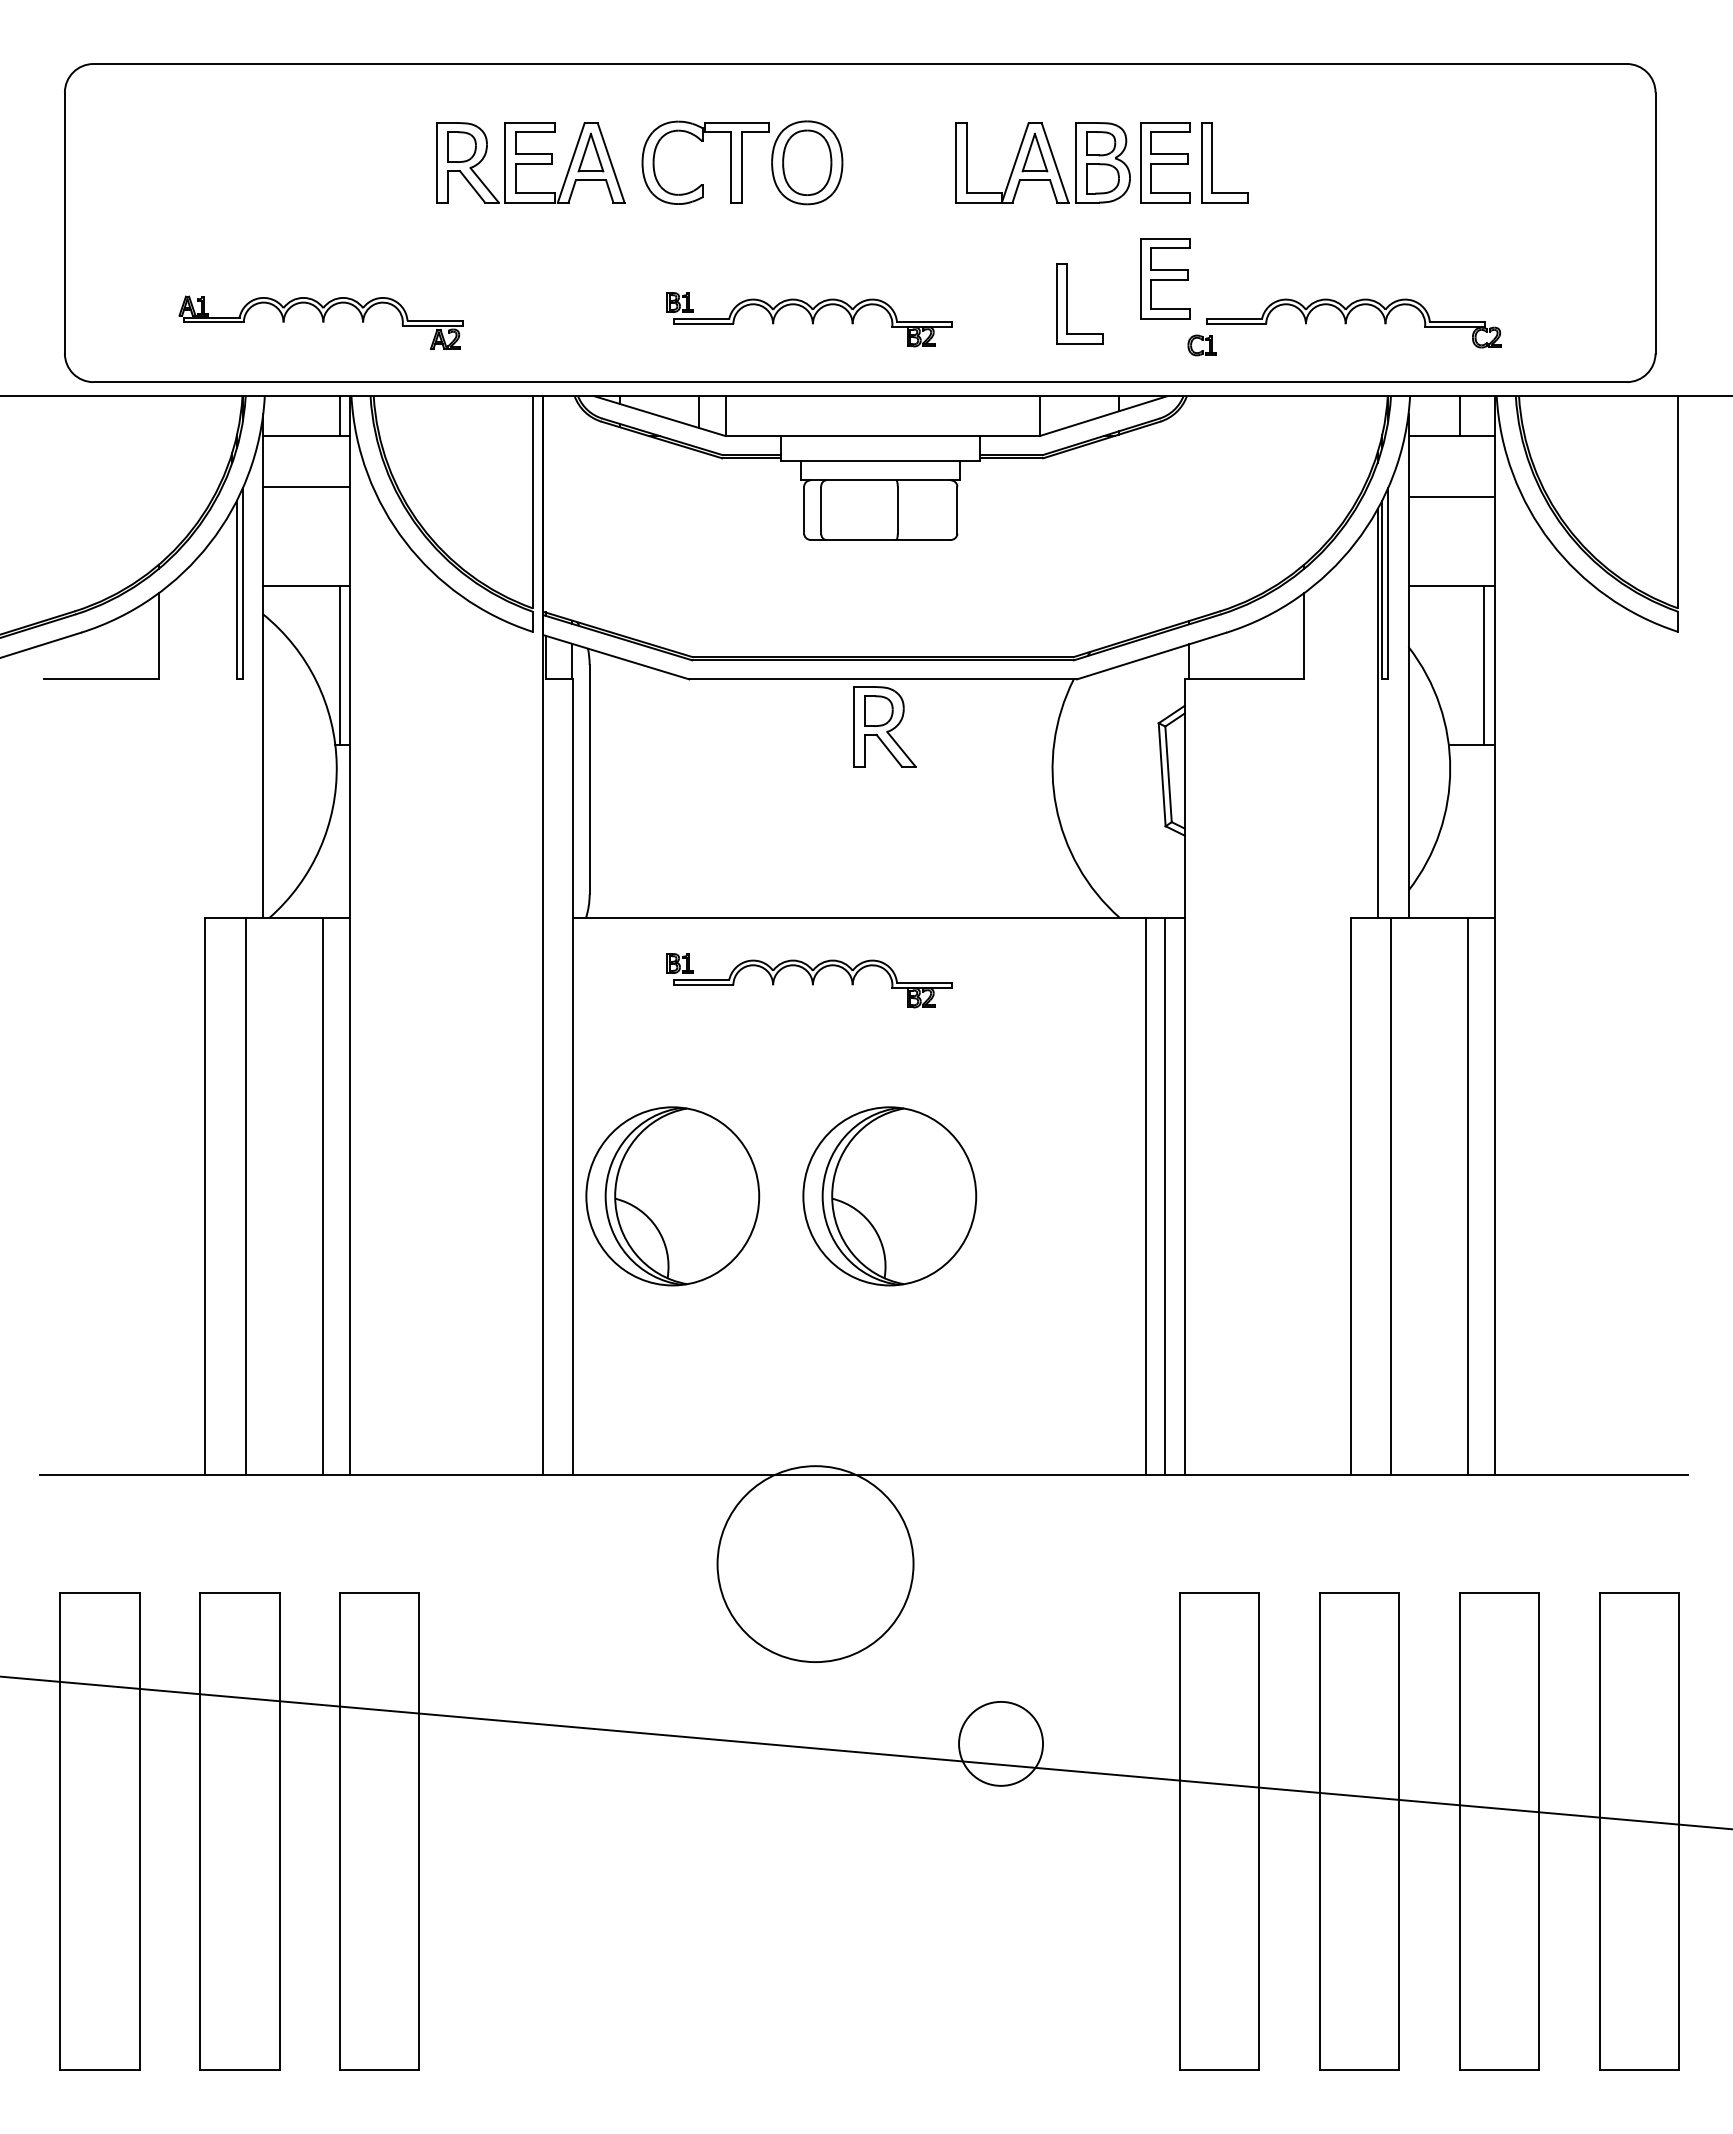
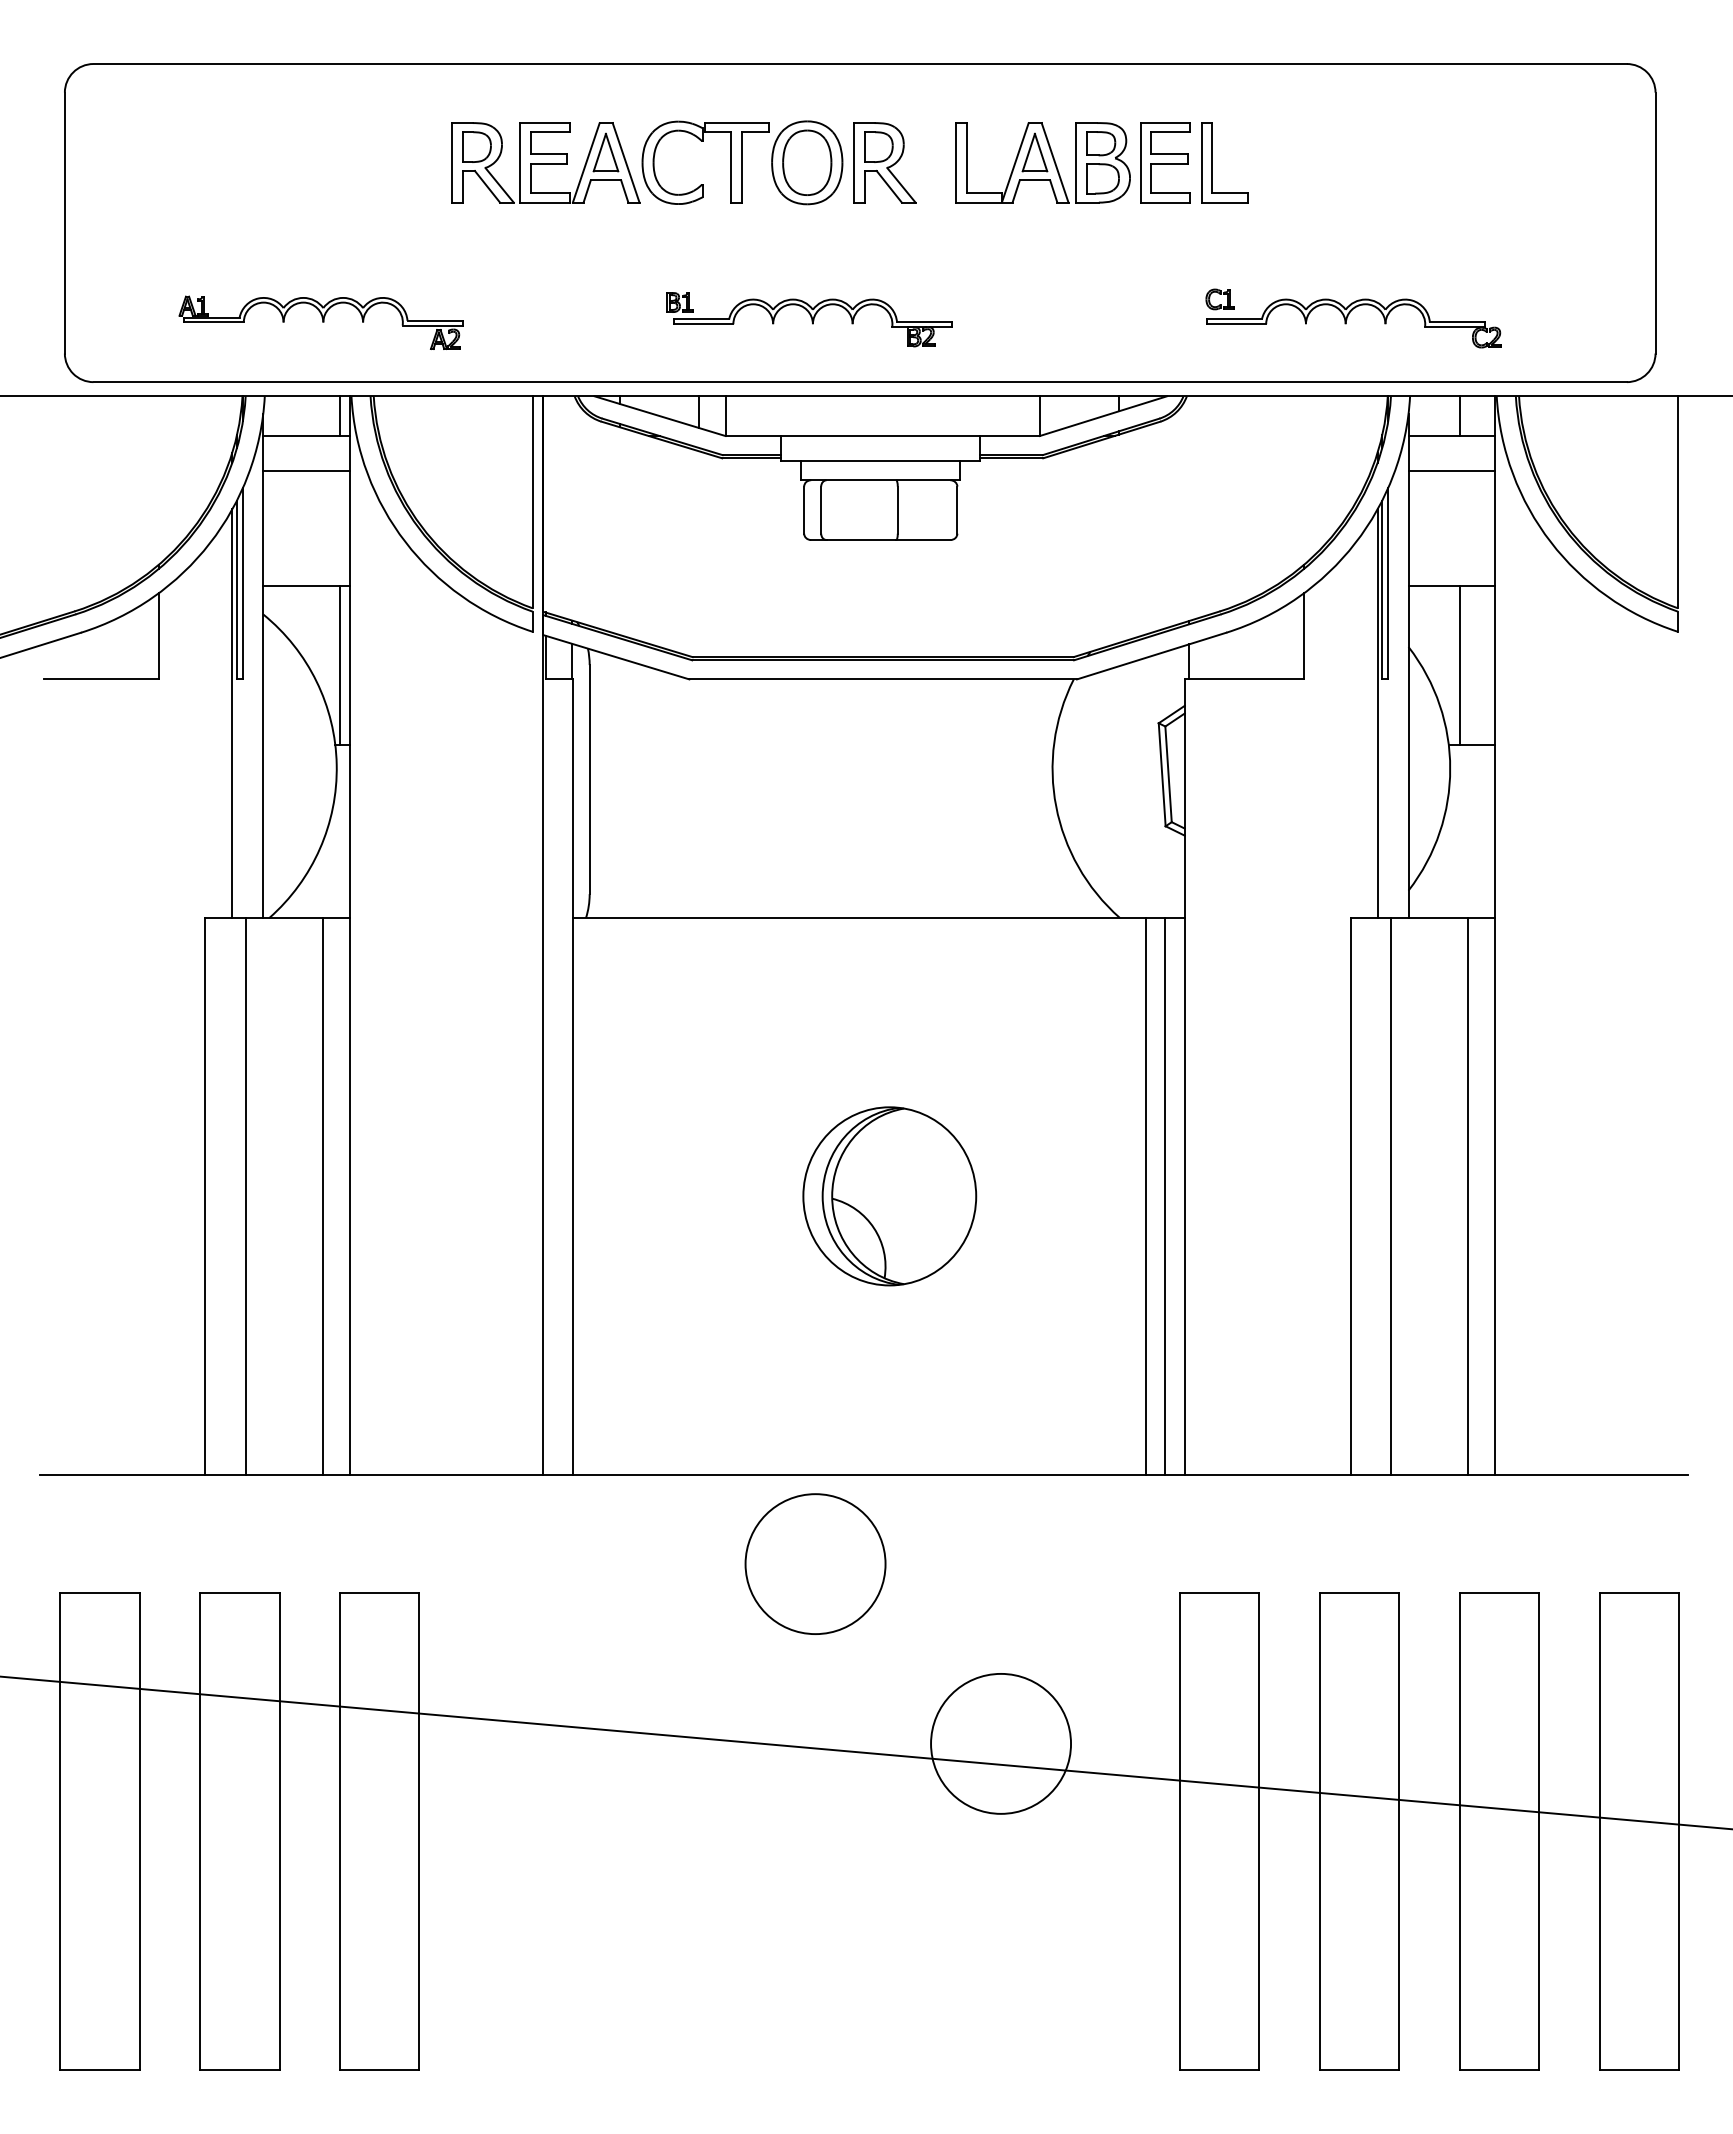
part at (530, 162) position: (530, 162) -> (545, 162)
part at (1165, 278): present -> none
part at (1067, 303): present -> none
part at (1201, 345) position: (1201, 345) -> (1219, 299)
line at (306, 487) position: (306, 487) -> (306, 471)
line at (1451, 497) position: (1451, 497) -> (1451, 471)
line at (1483, 664) position: (1483, 664) -> (1459, 664)
line at (232, 713): none -> present
part at (884, 726) position: (884, 726) -> (884, 162)
part at (809, 980): present -> none
part at (672, 1196): present -> none
circle at (815, 1564) diameter: 196 px -> 140 px
circle at (1001, 1743) diameter: 84 px -> 140 px
